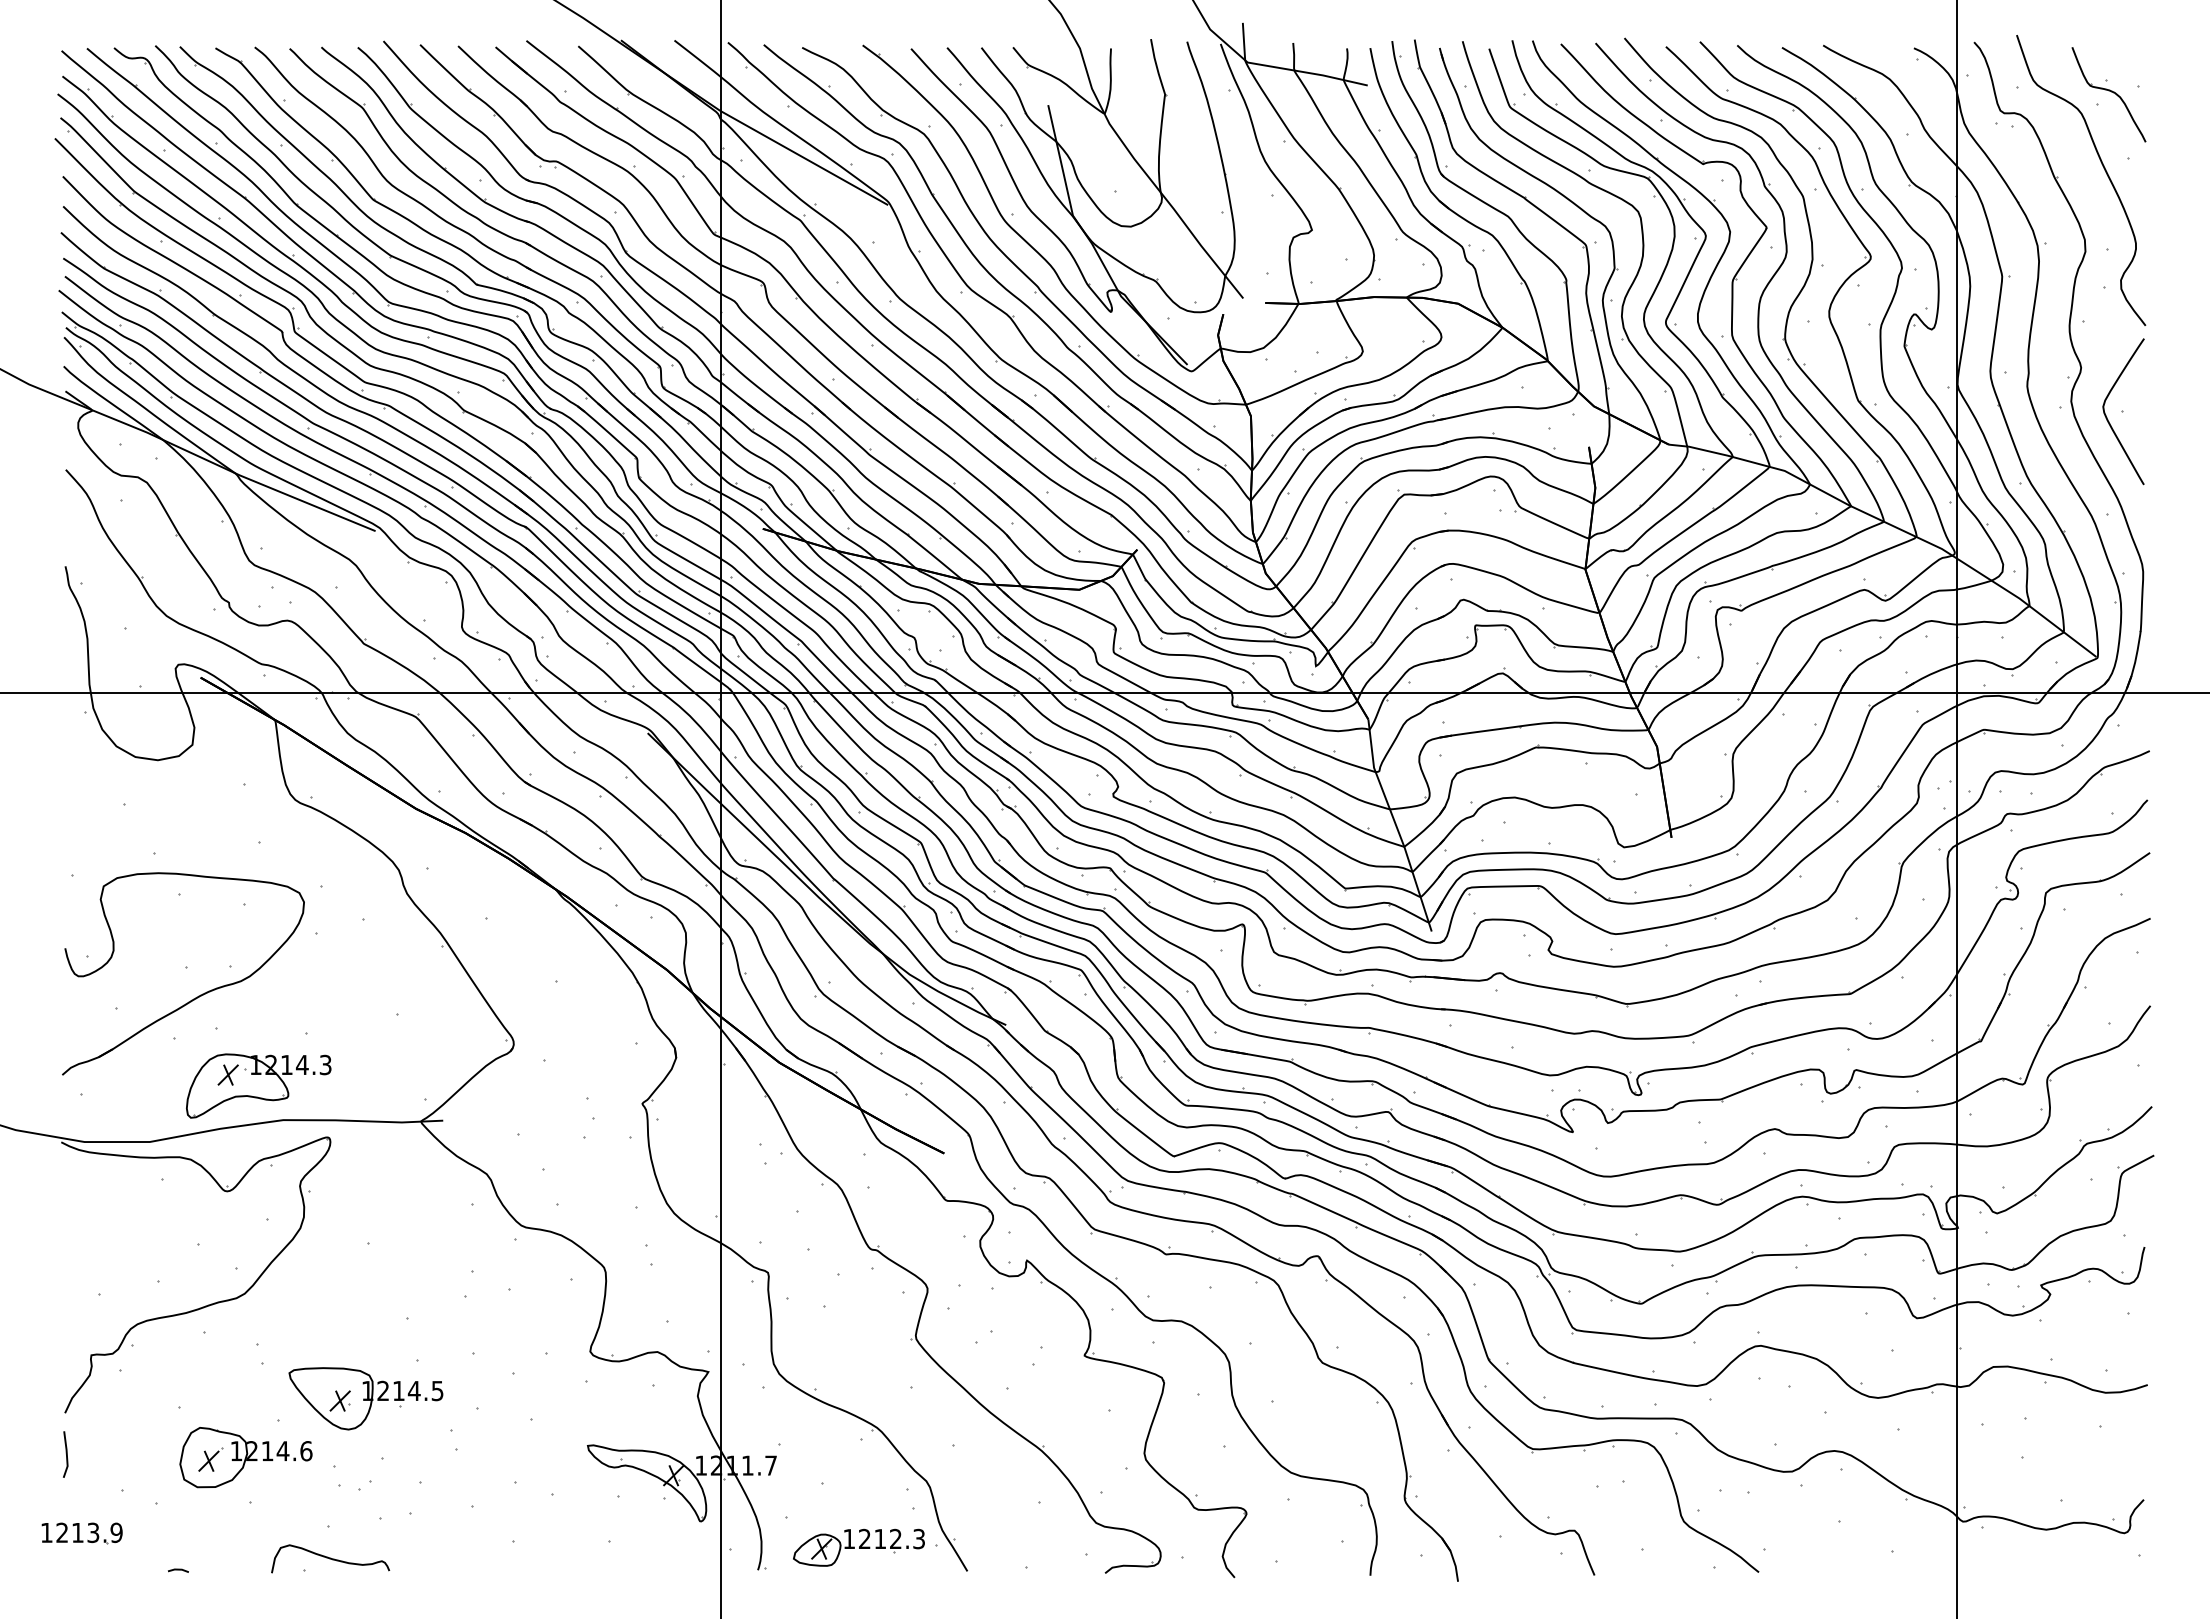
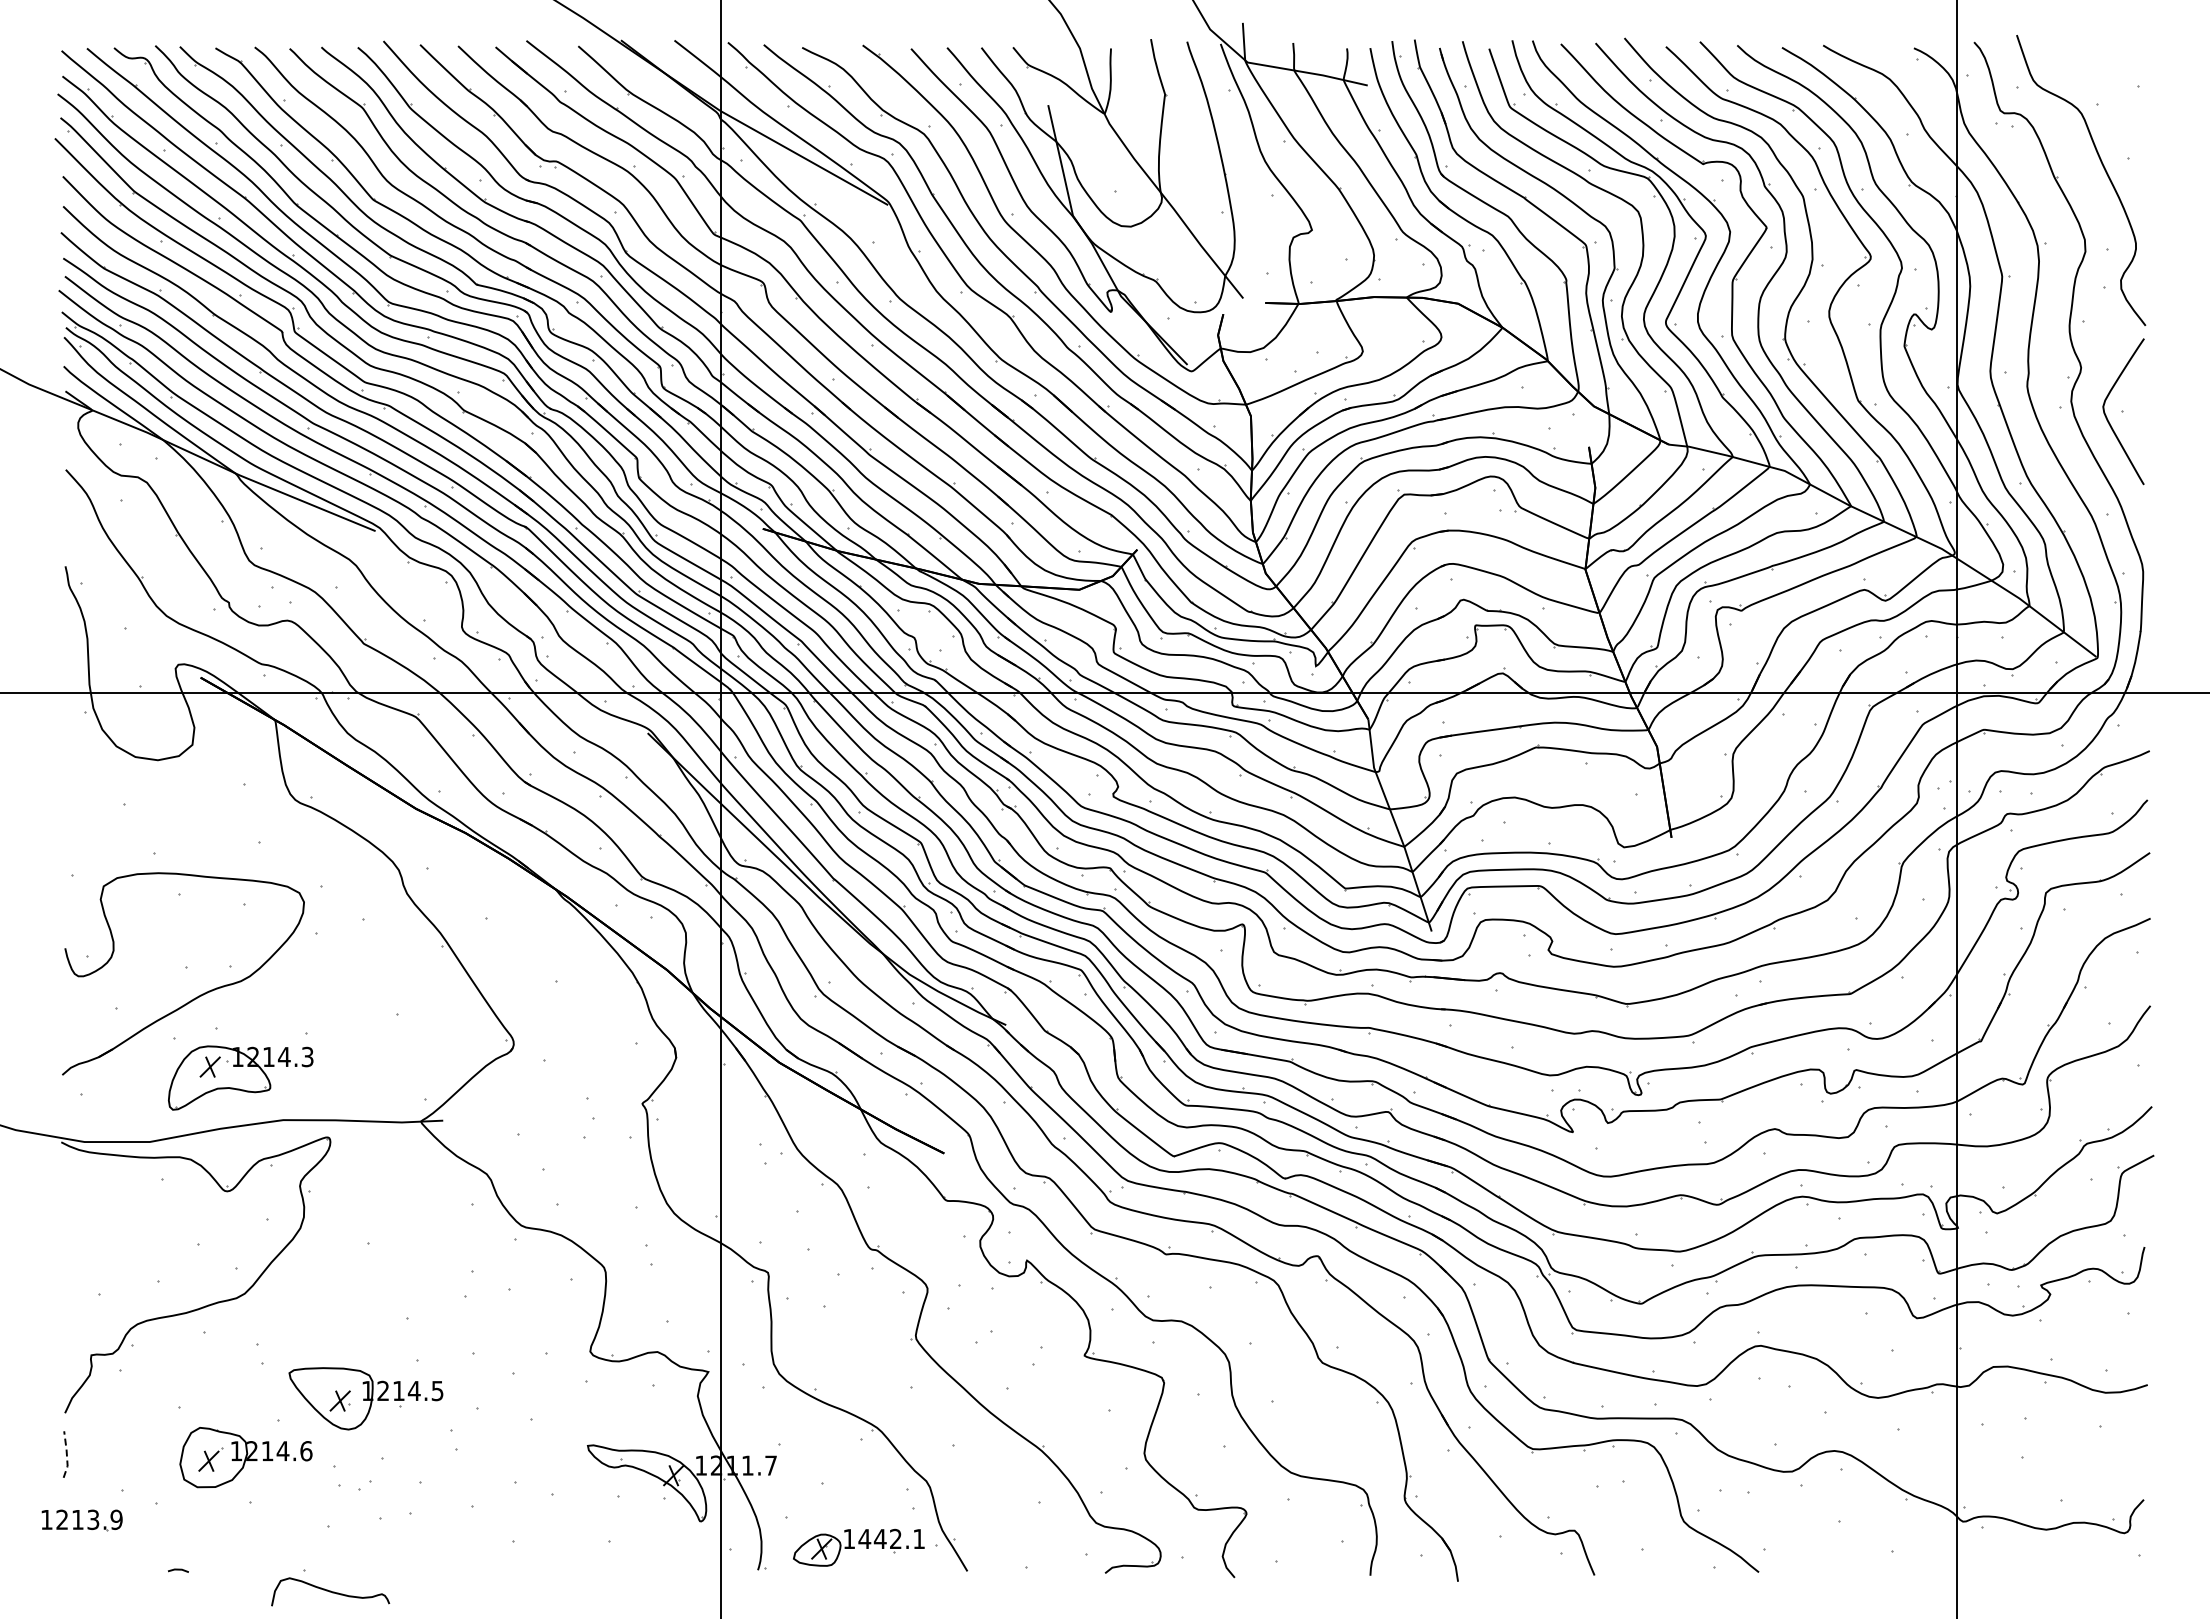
part at (2108, 94): present -> none
part at (258, 1085) position: (258, 1085) -> (240, 1077)
line at (66, 1454): solid -> dashed
part at (81, 1533) position: (81, 1533) -> (81, 1520)
text at (891, 1538): 1212.3 -> 1442.1
curve at (330, 1558) position: (330, 1558) -> (330, 1591)
